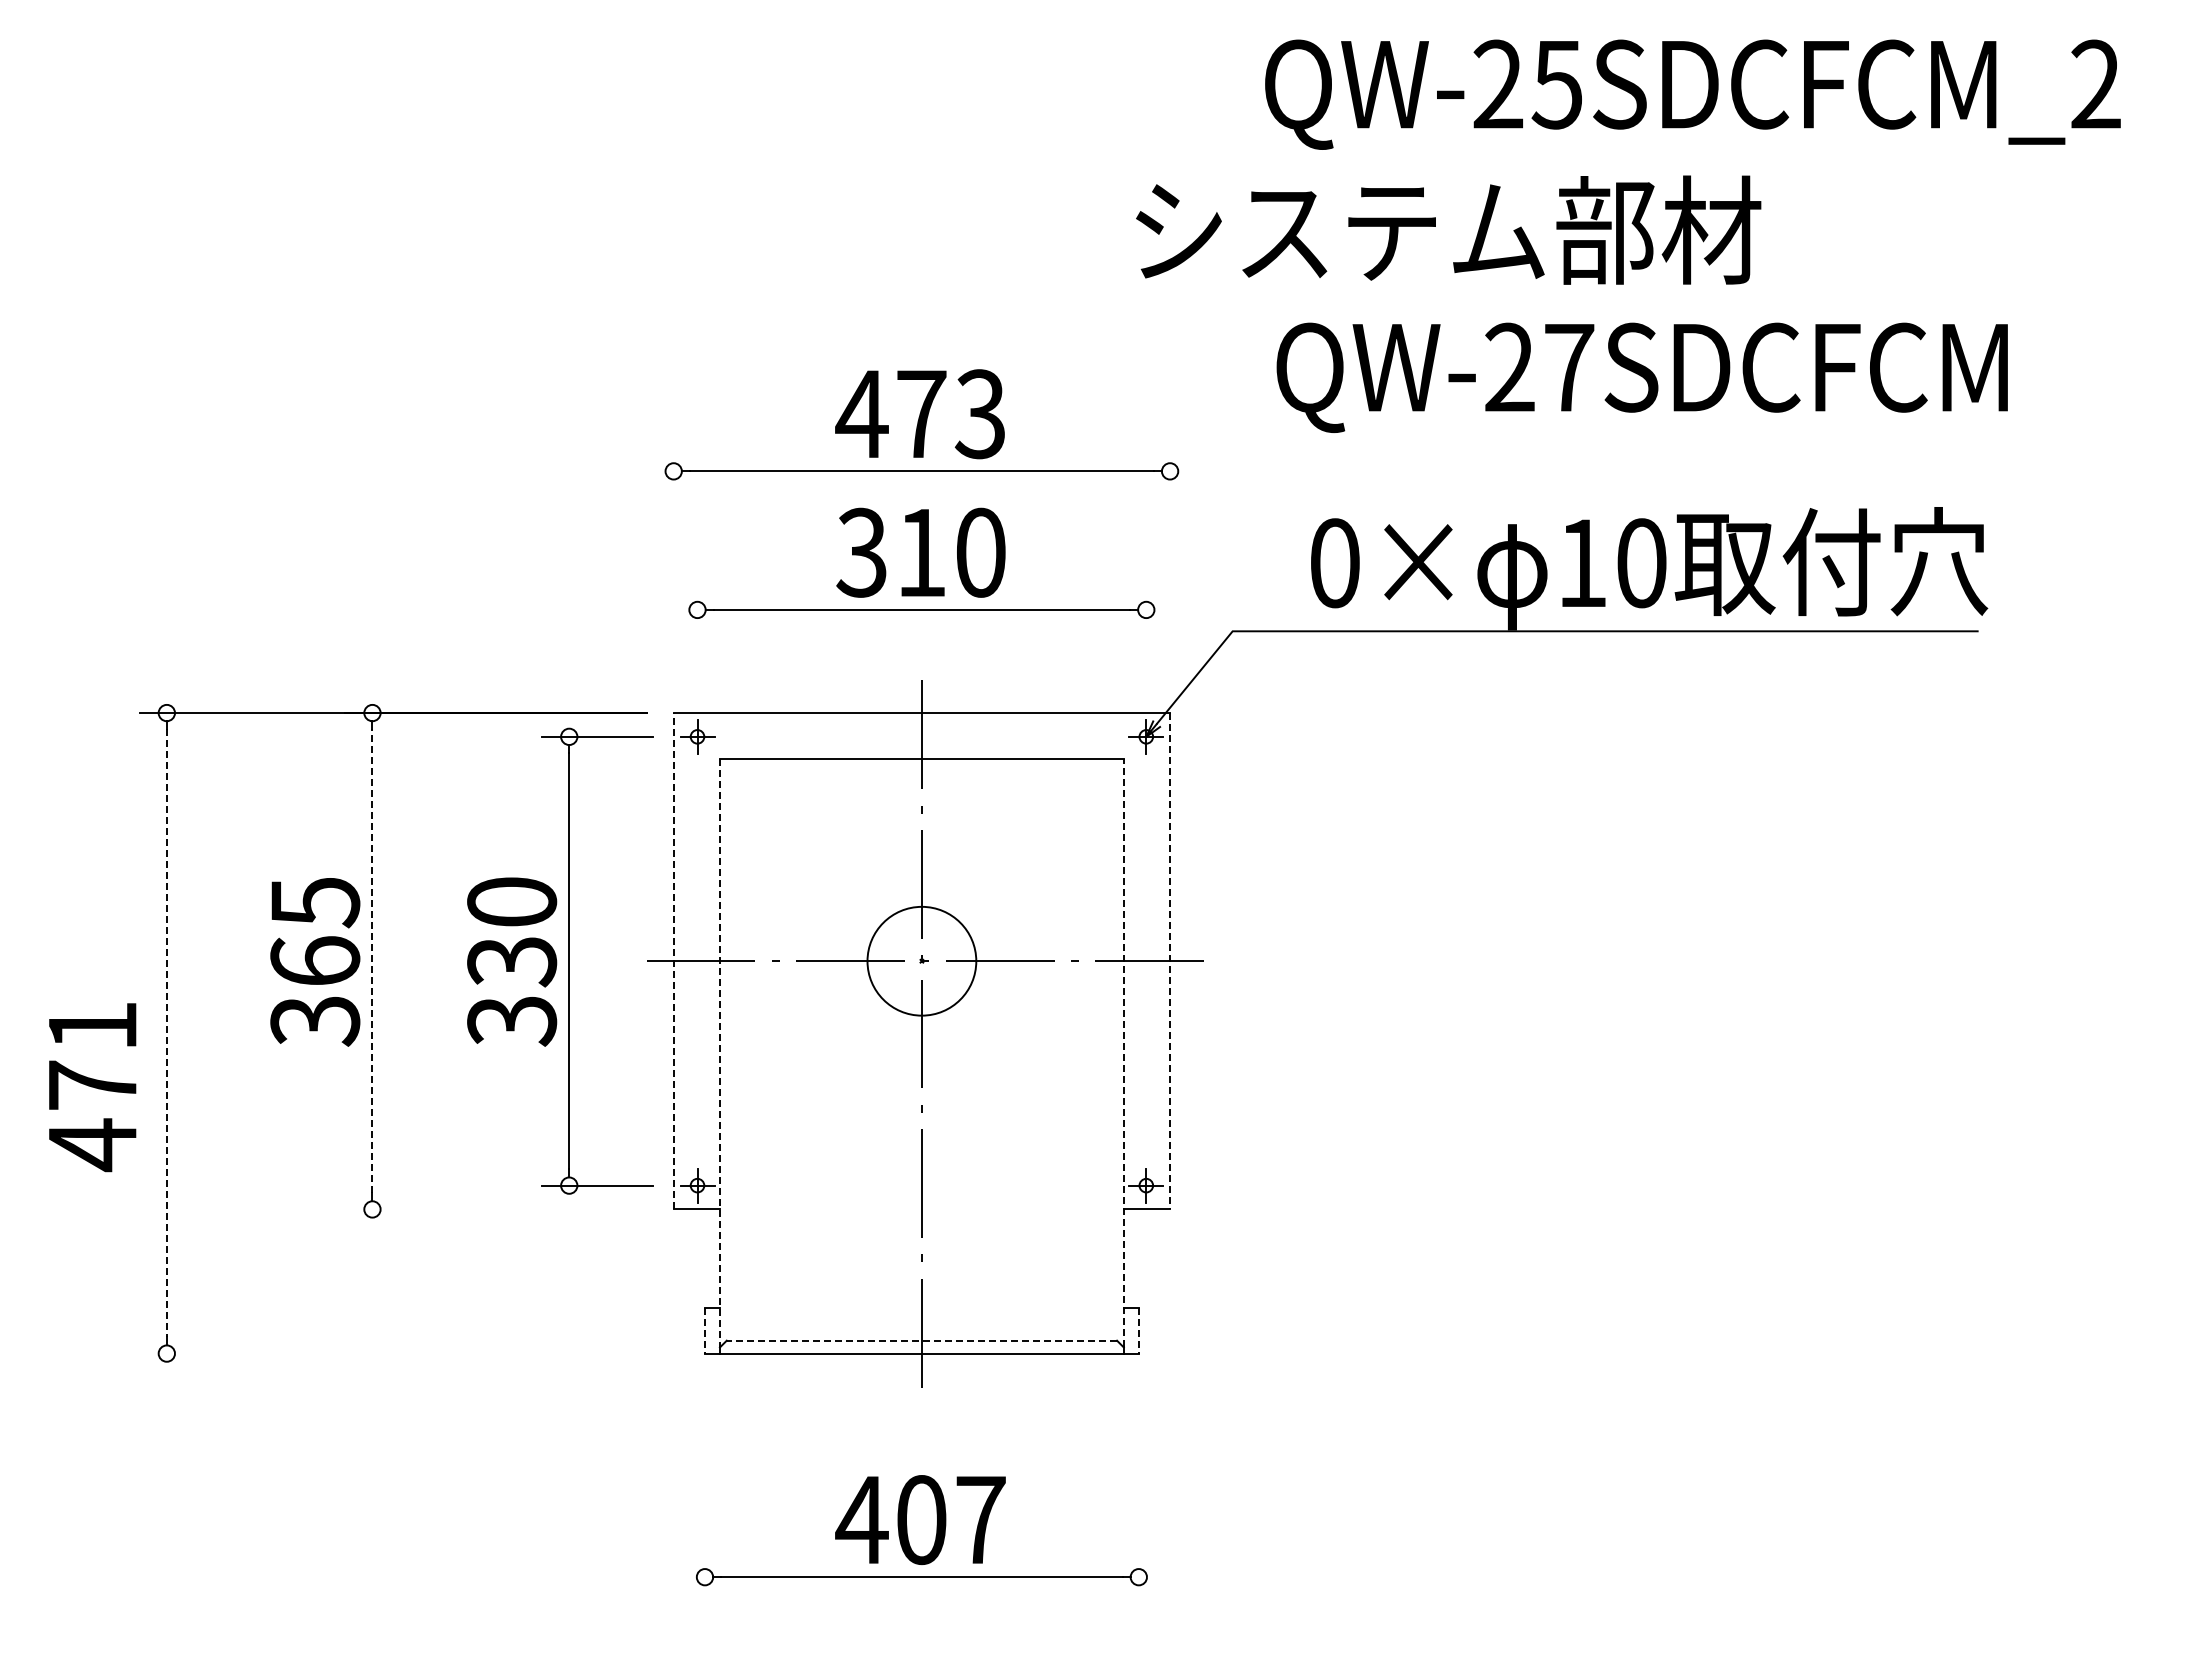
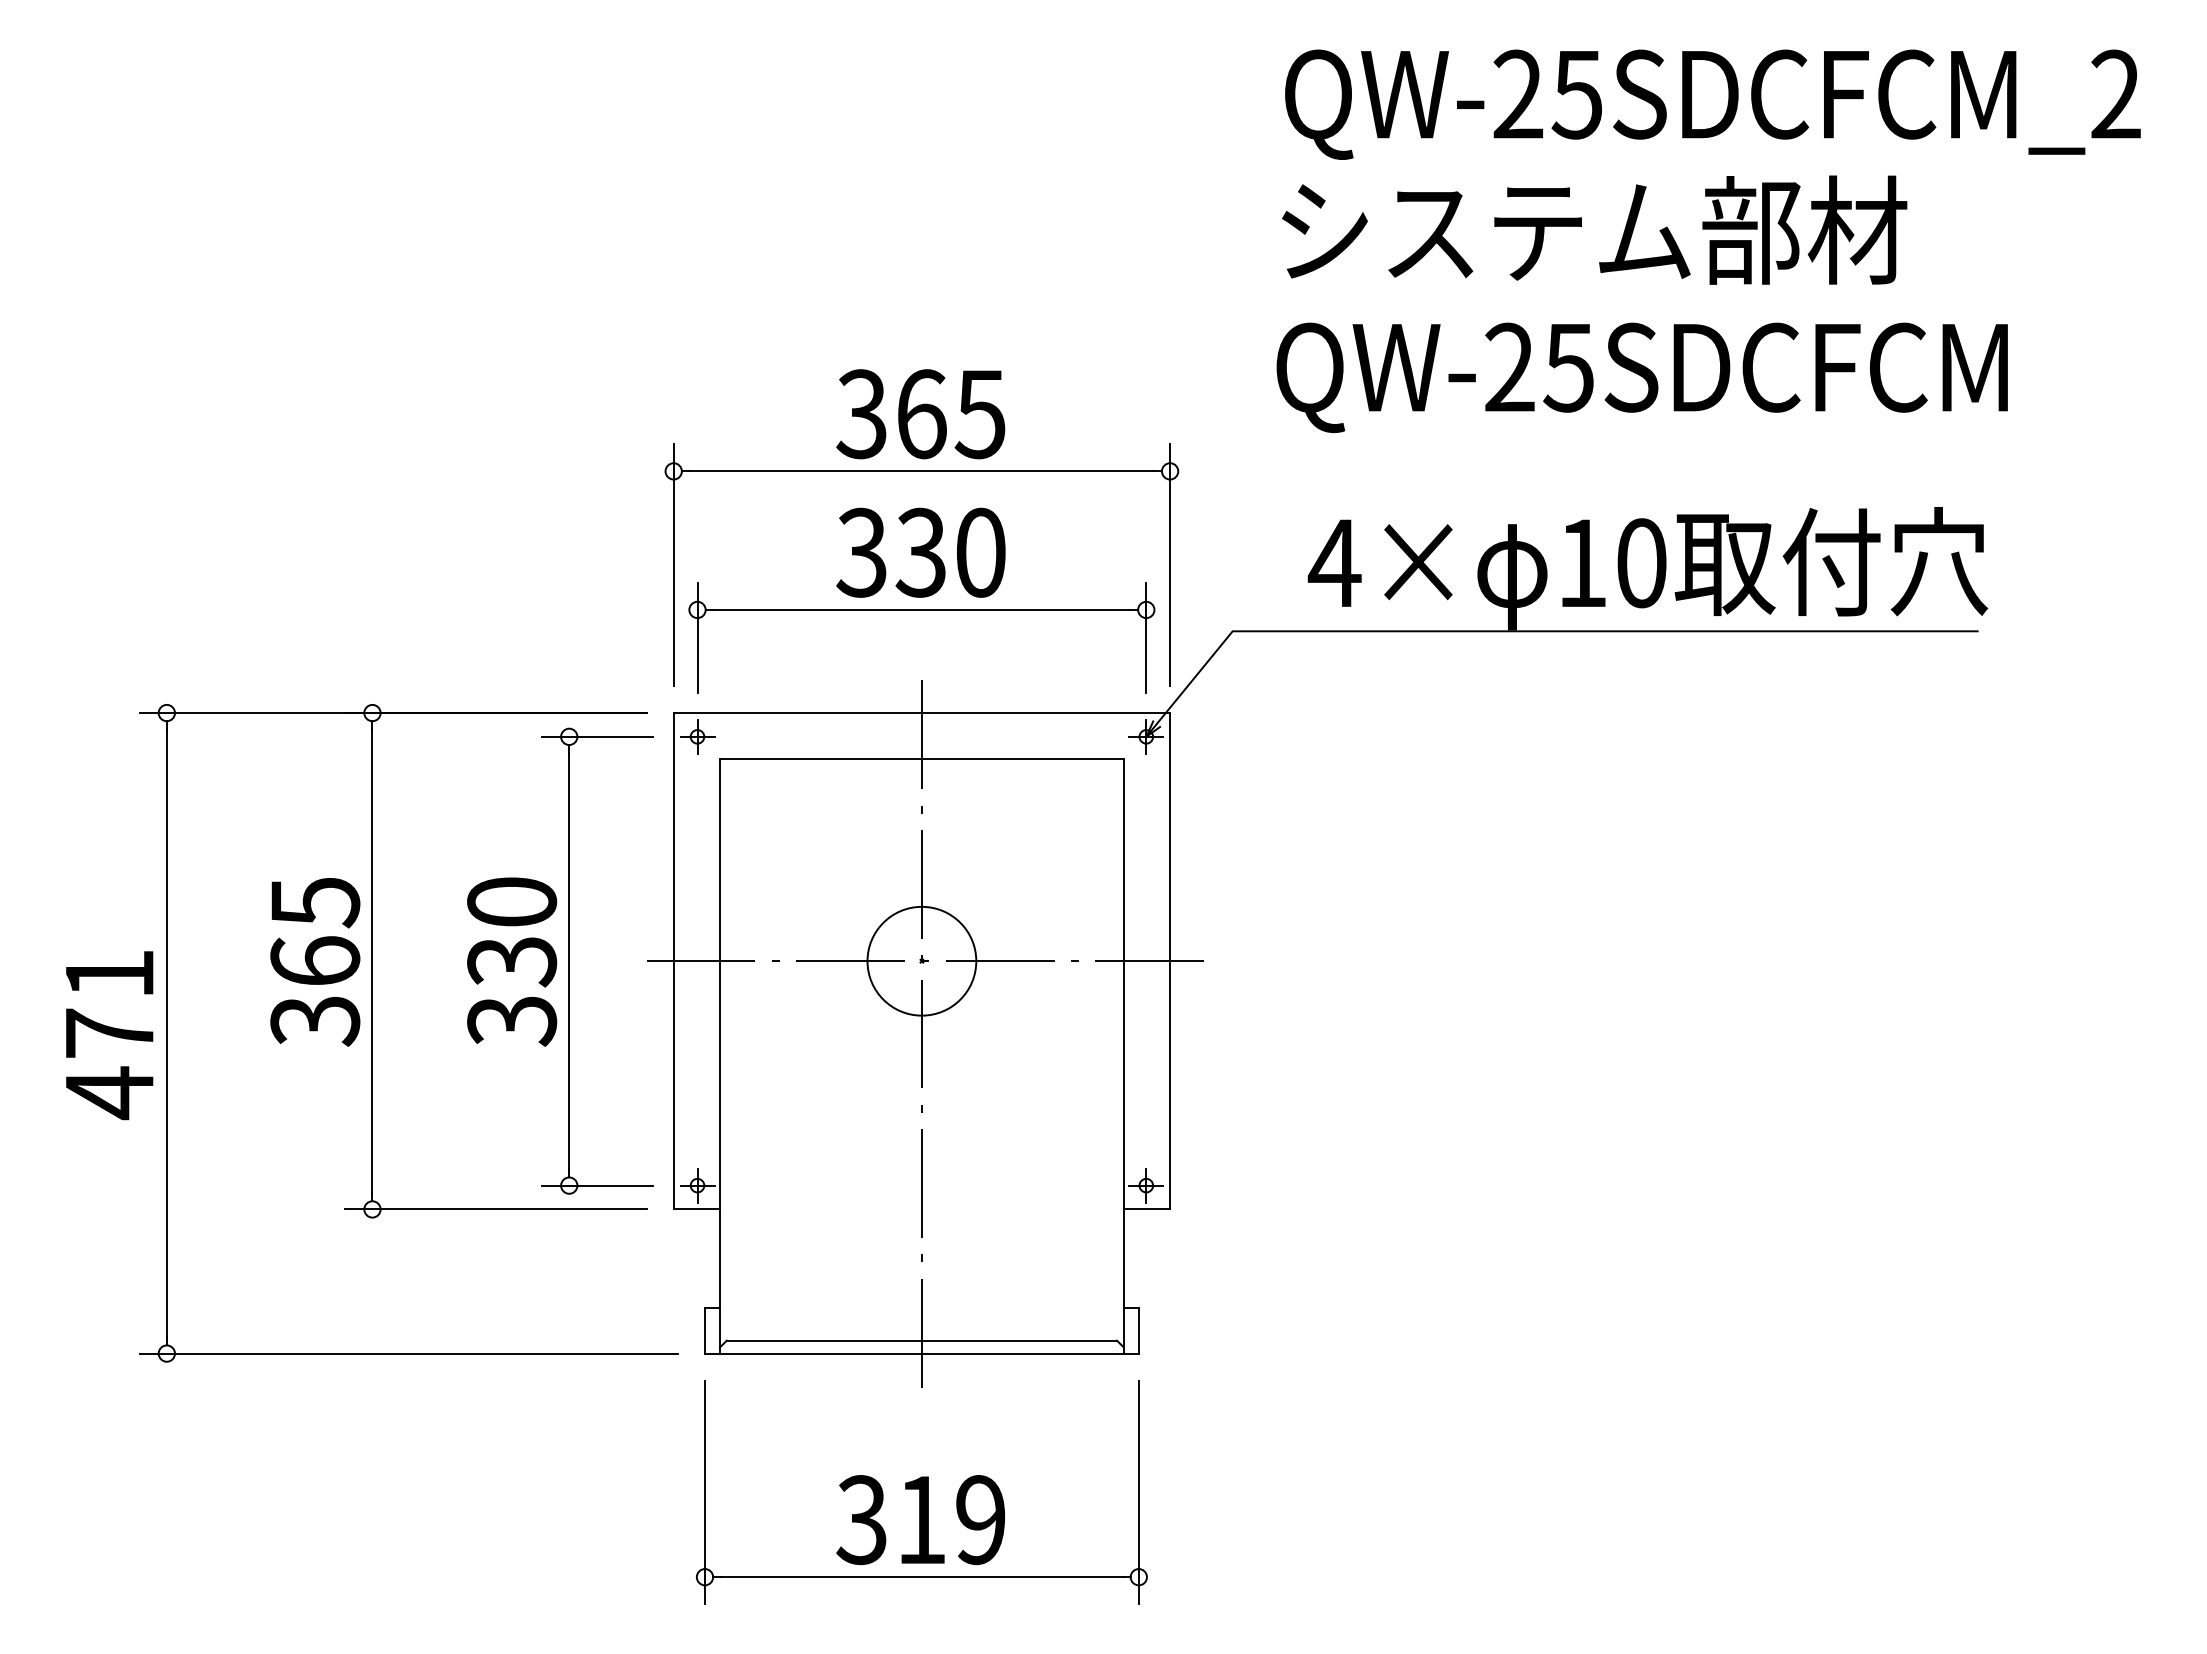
text at (1692, 94) position: (1692, 94) -> (1712, 104)
text at (1448, 229) position: (1448, 229) -> (1594, 229)
text at (1568, 368): QW-27SDCFCM -> QW-25SDCFCM
text at (920, 414): 473 -> 365
text at (920, 552): 310 -> 330
text at (1334, 563): 0× -> 4×
line at (673, 564): none -> present
line at (1170, 564): none -> present
line at (697, 637): none -> present
line at (1146, 637): none -> present
line at (673, 960): dashed -> solid
line at (372, 961): dashed -> solid
line at (1170, 961): dashed -> solid
line at (166, 1033): dashed -> solid
line at (1123, 1052): dashed -> solid
line at (719, 1053): dashed -> solid
text at (92, 1087) position: (92, 1087) -> (109, 1035)
line at (495, 1209): none -> present
line at (704, 1330): dashed -> solid
line at (1138, 1330): dashed -> solid
line at (921, 1340): dashed -> solid
line at (408, 1353): none -> present
line at (704, 1492): none -> present
line at (1138, 1492): none -> present
text at (920, 1520): 407 -> 319
